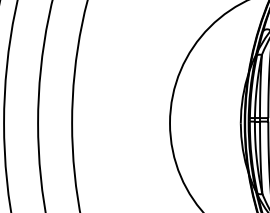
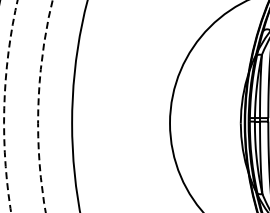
circle at (10, 106): solid -> dashed
circle at (45, 106): solid -> dashed
